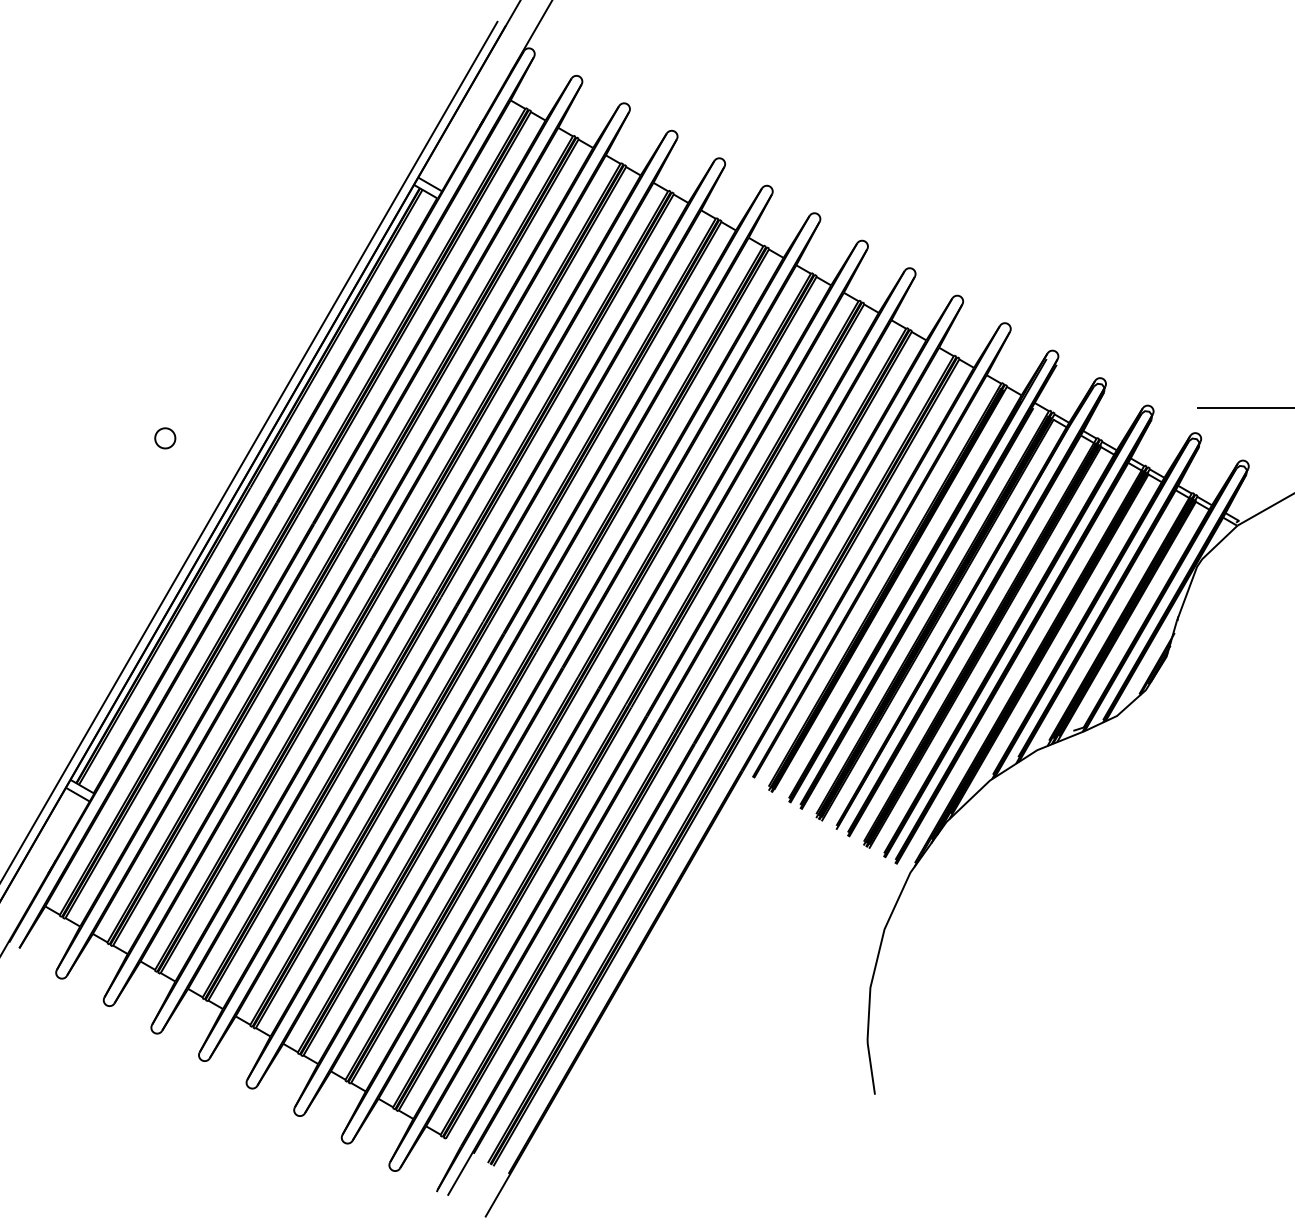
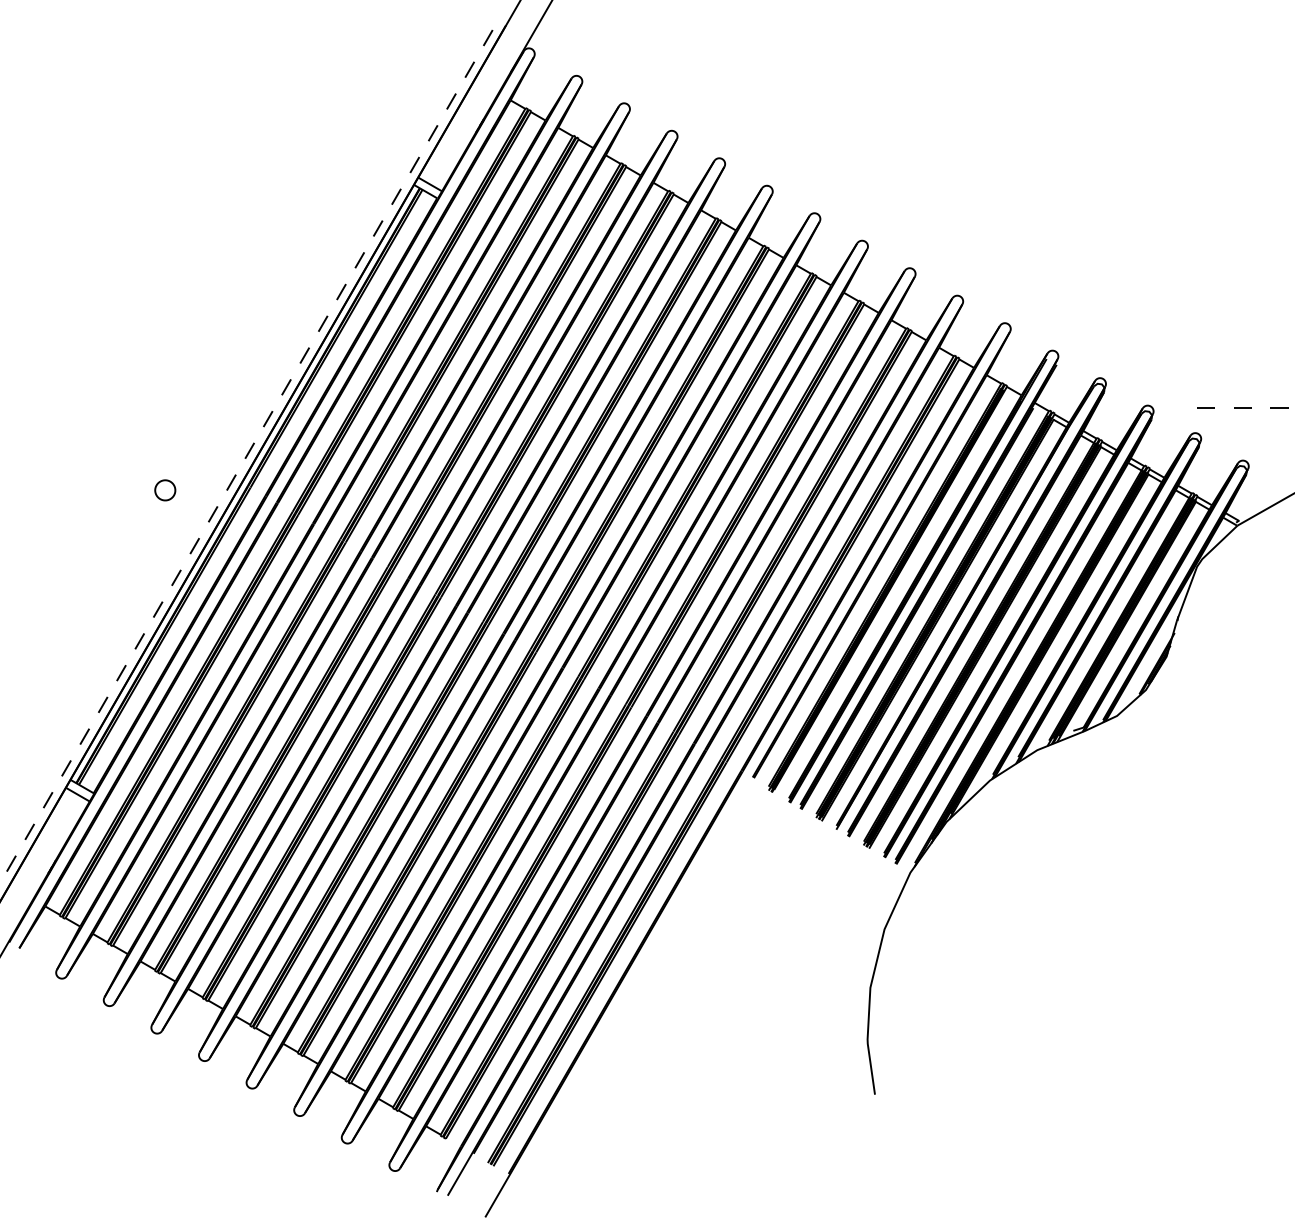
line at (1246, 408): solid -> dashed
part at (165, 438) position: (165, 438) -> (165, 490)
line at (249, 452): solid -> dashed
